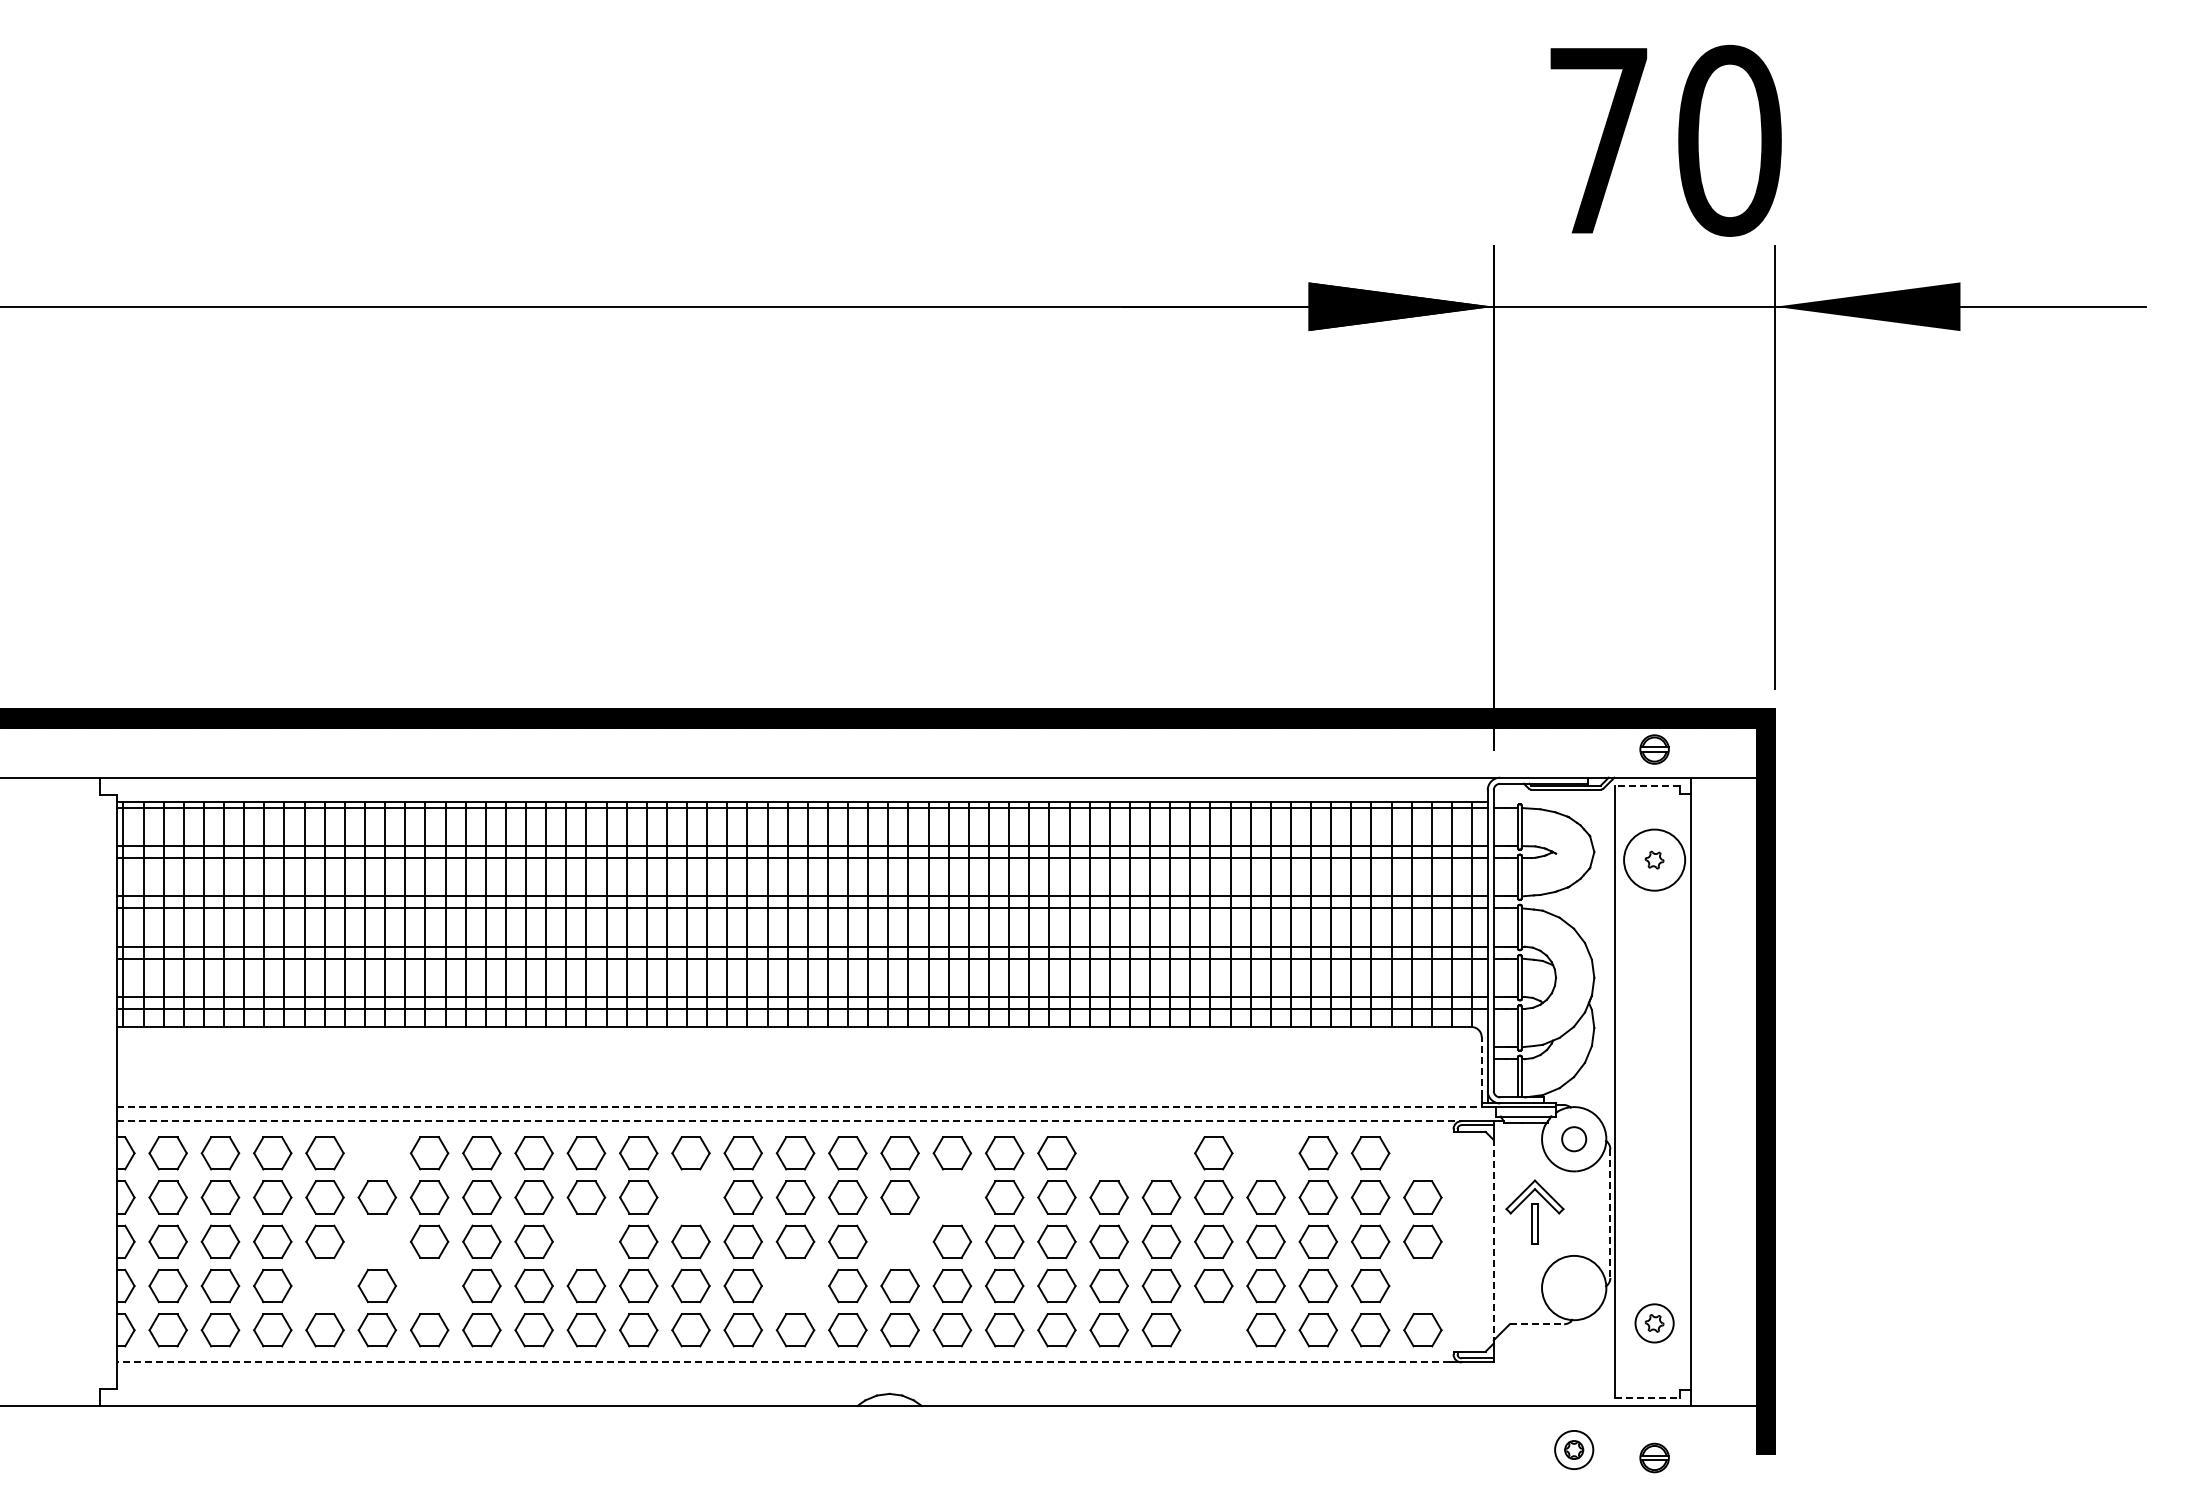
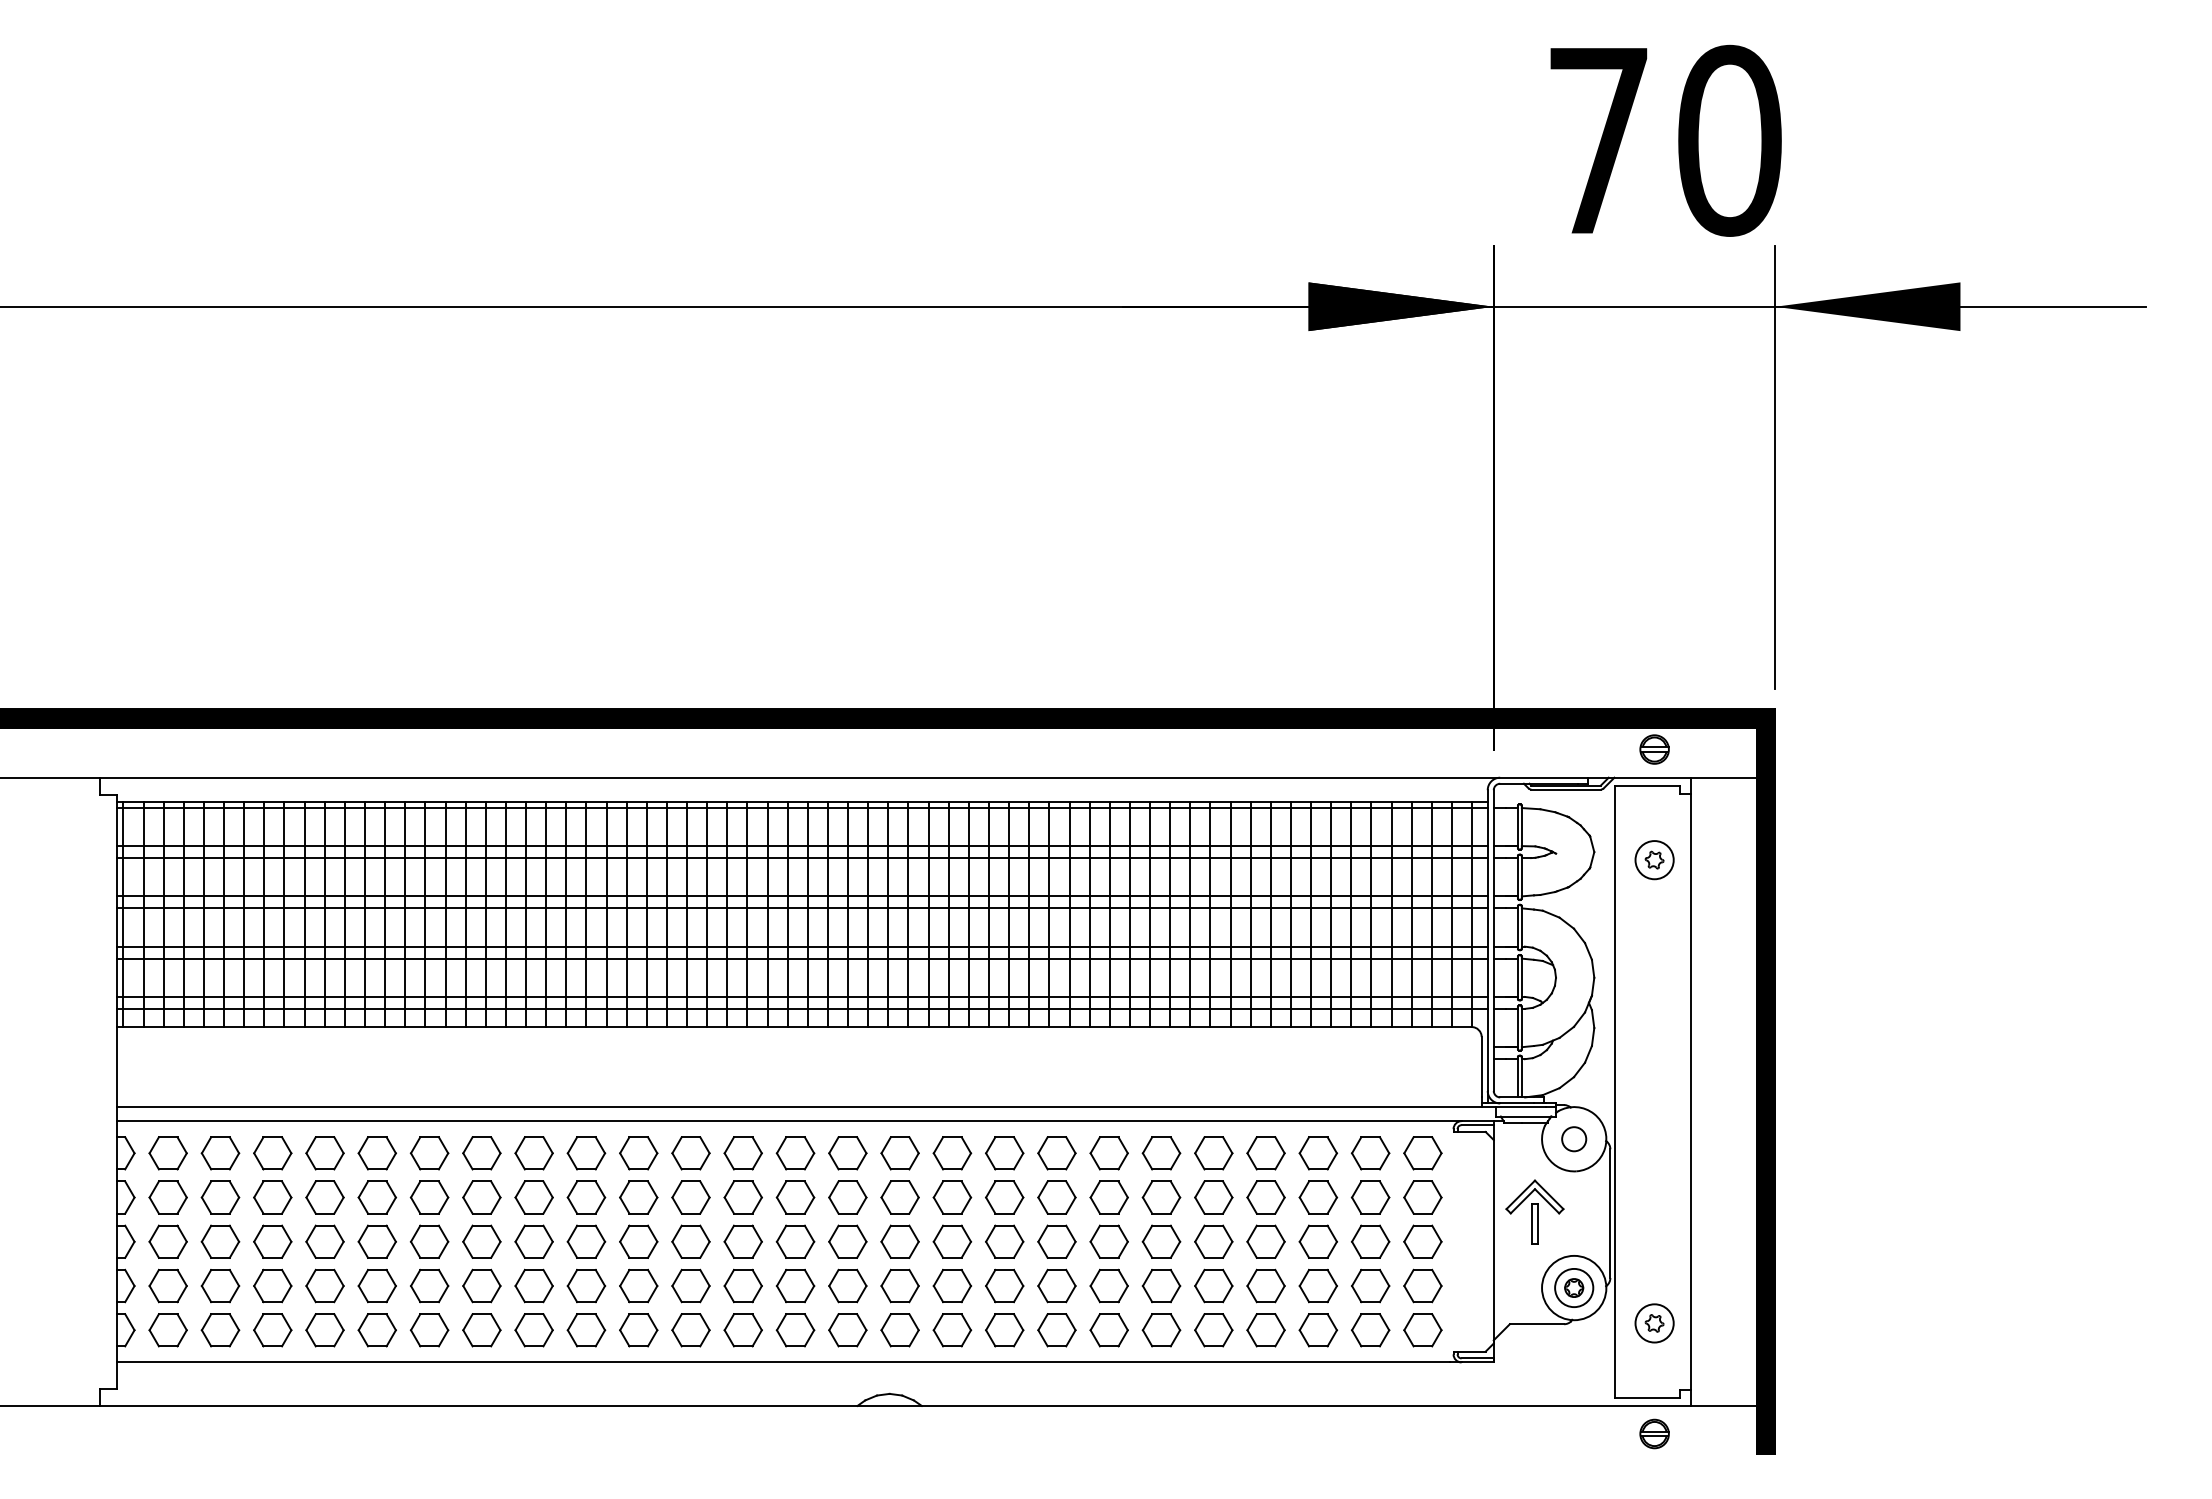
line at (1647, 785): dashed -> solid
circle at (1654, 859) diameter: 61 px -> 38 px
line at (1481, 1067): dashed -> solid
line at (799, 1107): dashed -> solid
line at (789, 1121): dashed -> solid
part at (376, 1153): none -> present
part at (1108, 1153): none -> present
part at (1161, 1153): none -> present
part at (1265, 1153): none -> present
part at (1422, 1153): none -> present
part at (690, 1197): none -> present
part at (952, 1197): none -> present
line at (1610, 1214): dashed -> solid
part at (376, 1241): none -> present
part at (586, 1241): none -> present
part at (899, 1241): none -> present
line at (1493, 1241): dashed -> solid
part at (324, 1285): none -> present
part at (1422, 1285): none -> present
part at (429, 1286): none -> present
part at (795, 1286): none -> present
line at (1537, 1324): dashed -> solid
part at (1213, 1330): none -> present
line at (782, 1362): dashed -> solid
line at (1648, 1397): dashed -> solid
part at (1574, 1449) position: (1574, 1449) -> (1574, 1287)
part at (1654, 1457) position: (1654, 1457) -> (1654, 1433)
